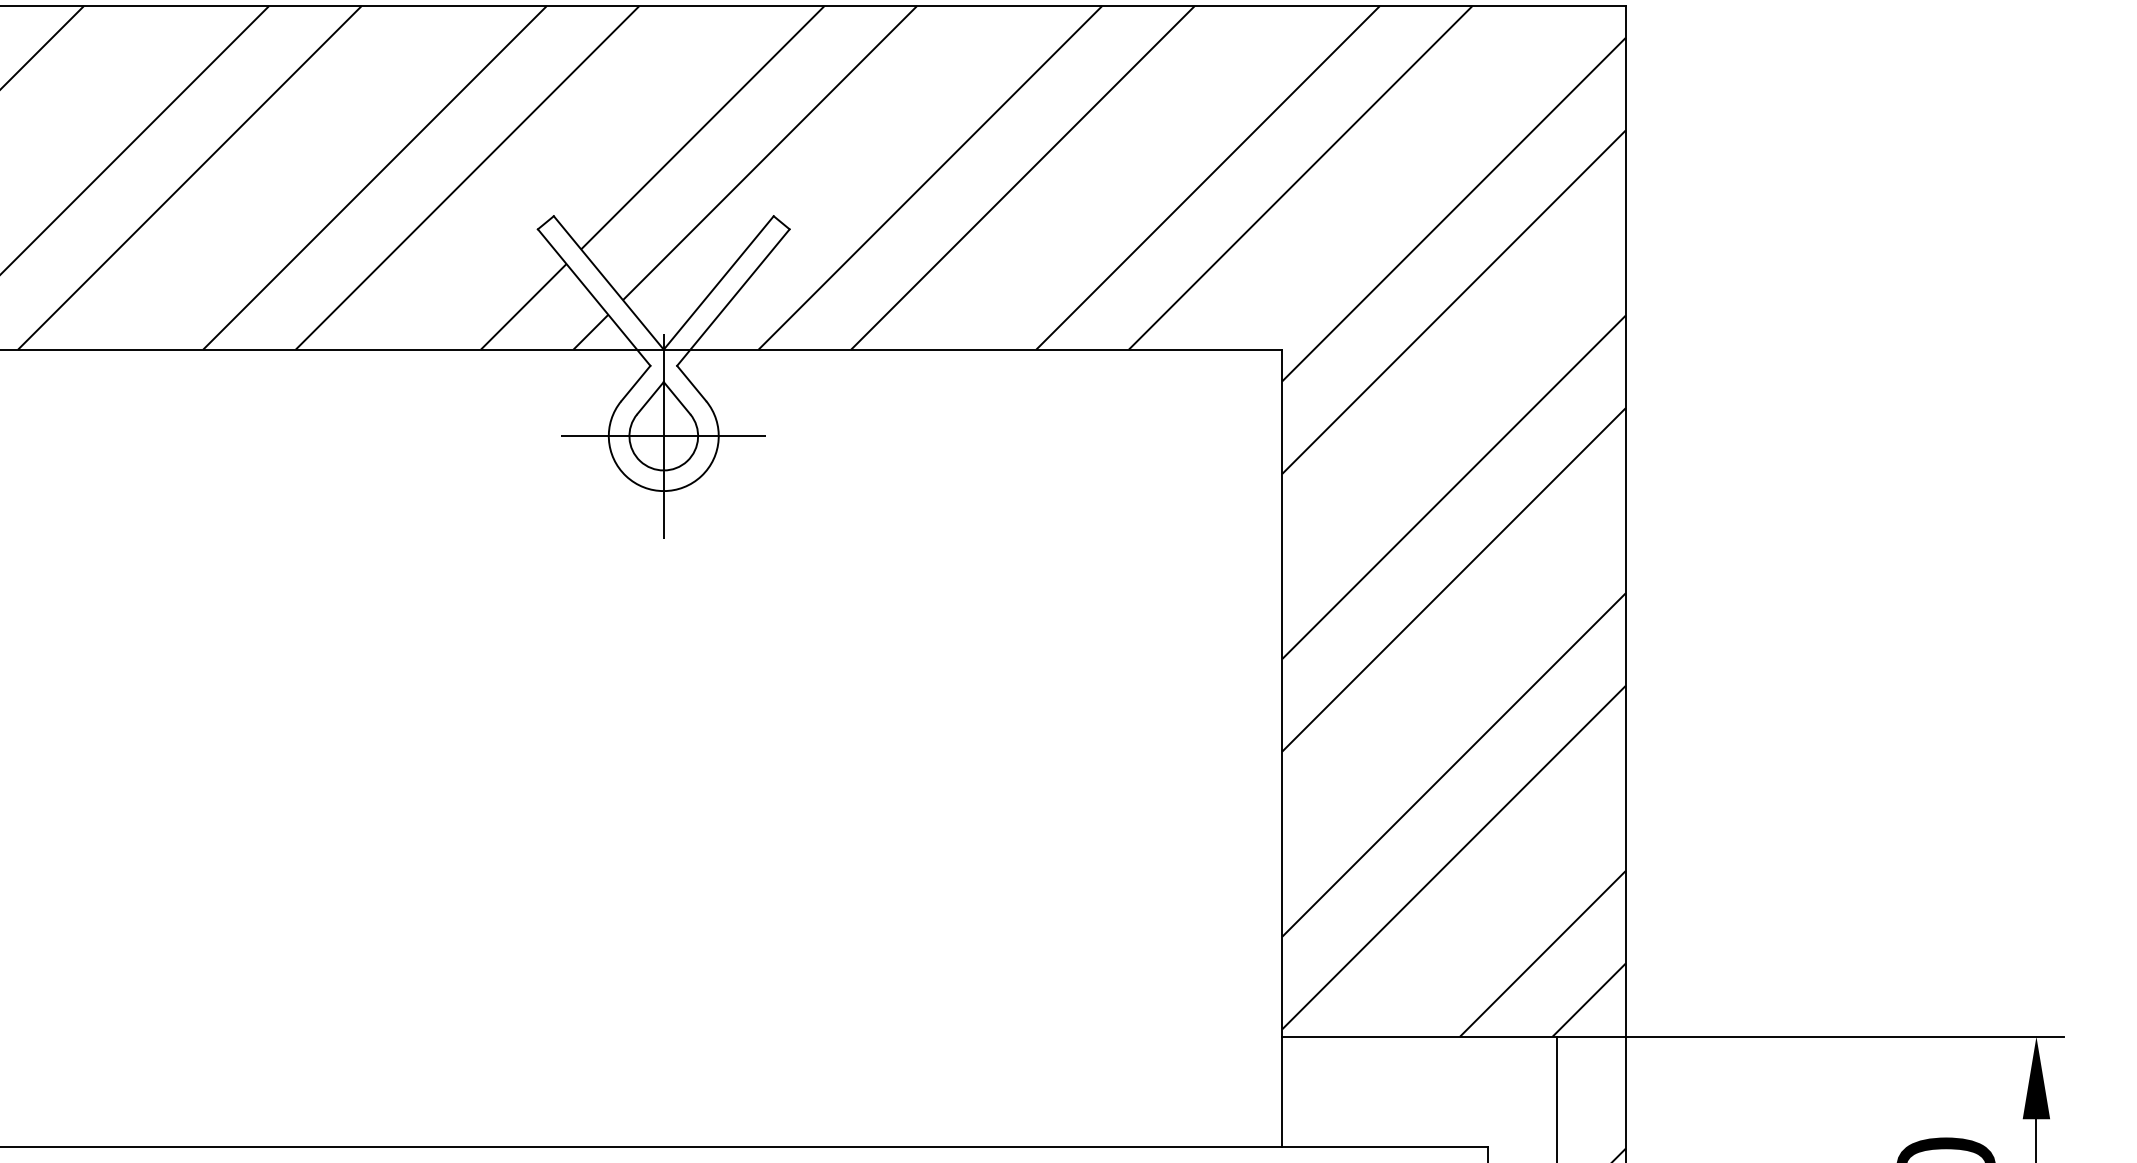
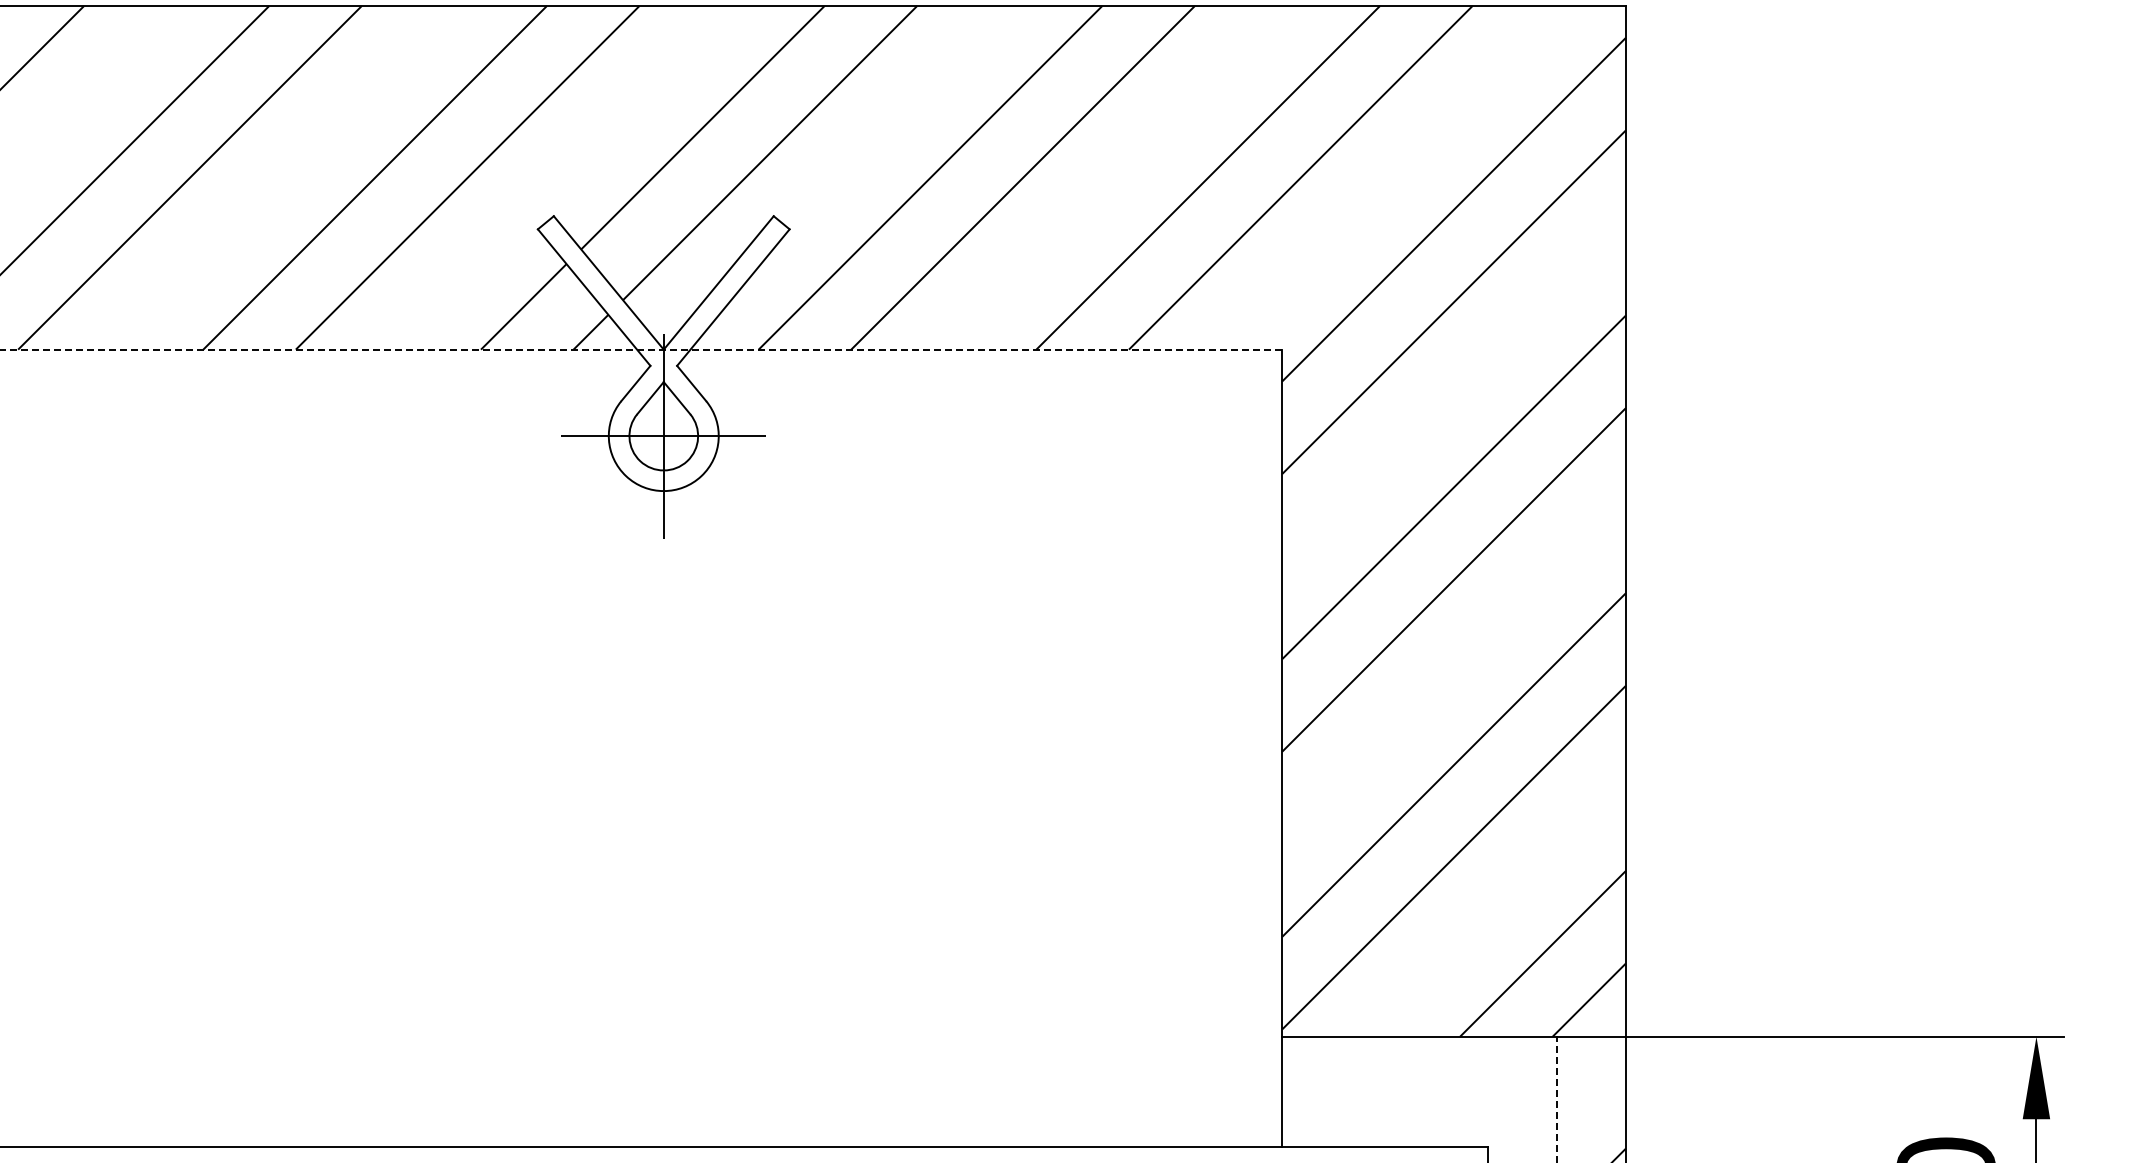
line at (641, 349): solid -> dashed
line at (1557, 1099): solid -> dashed
